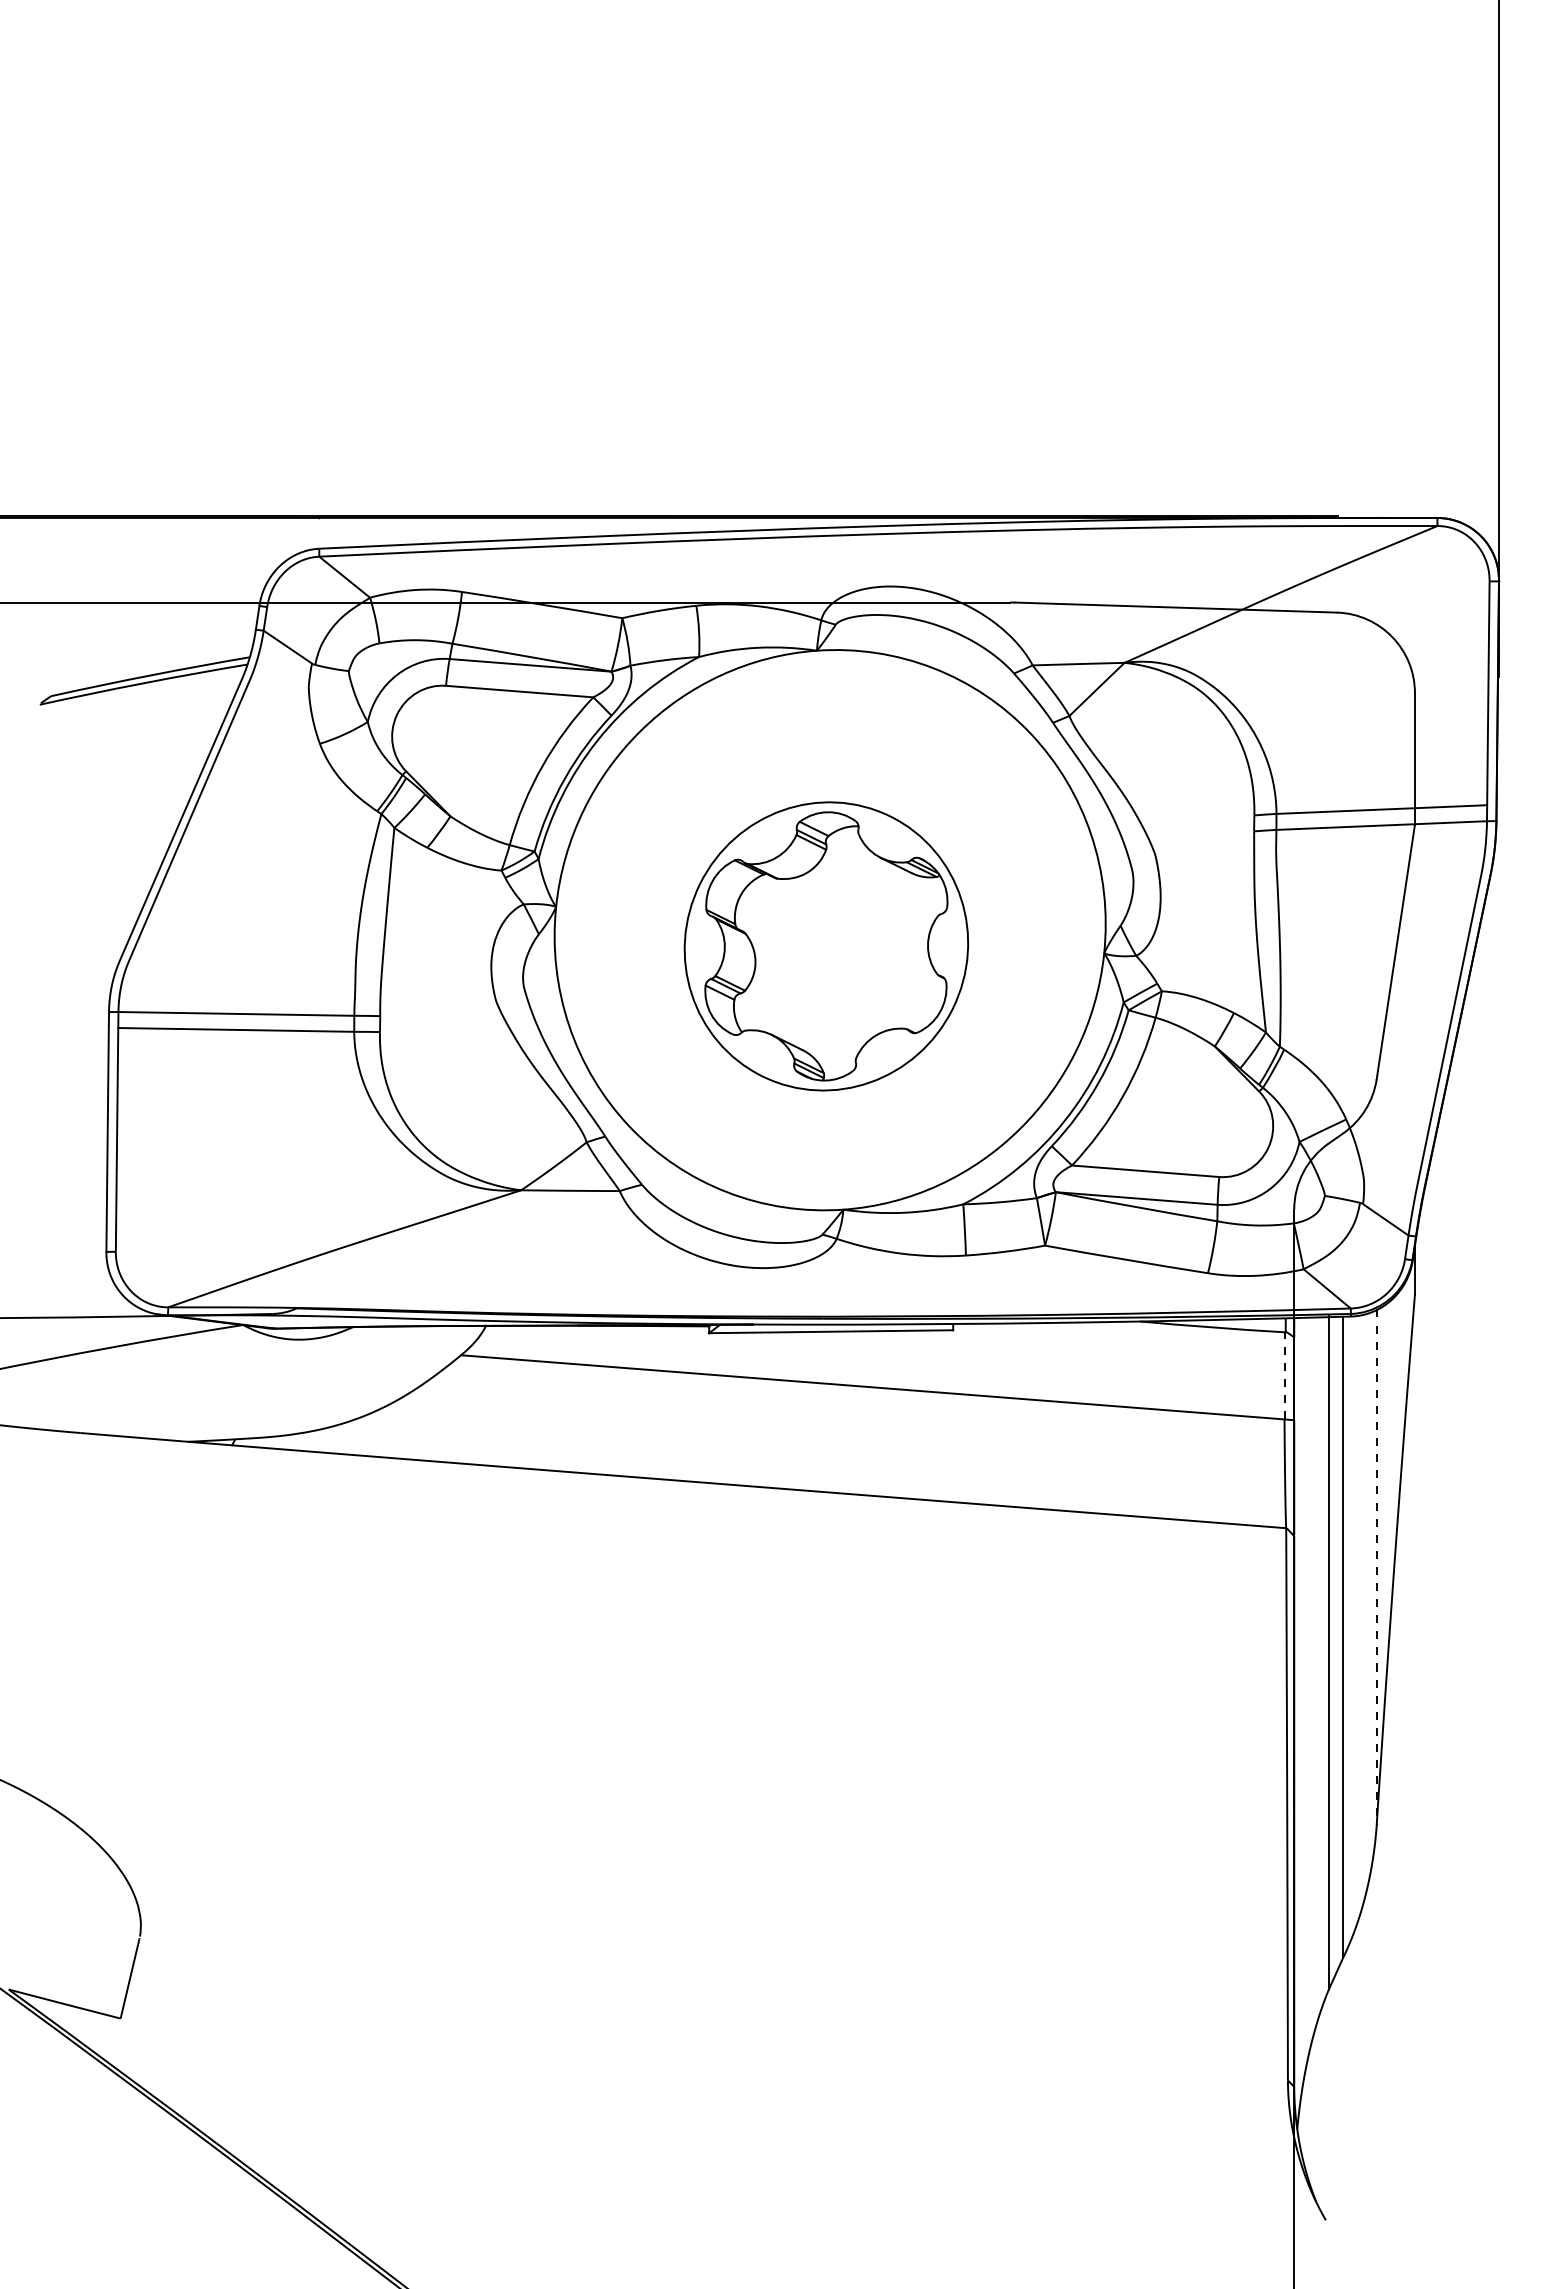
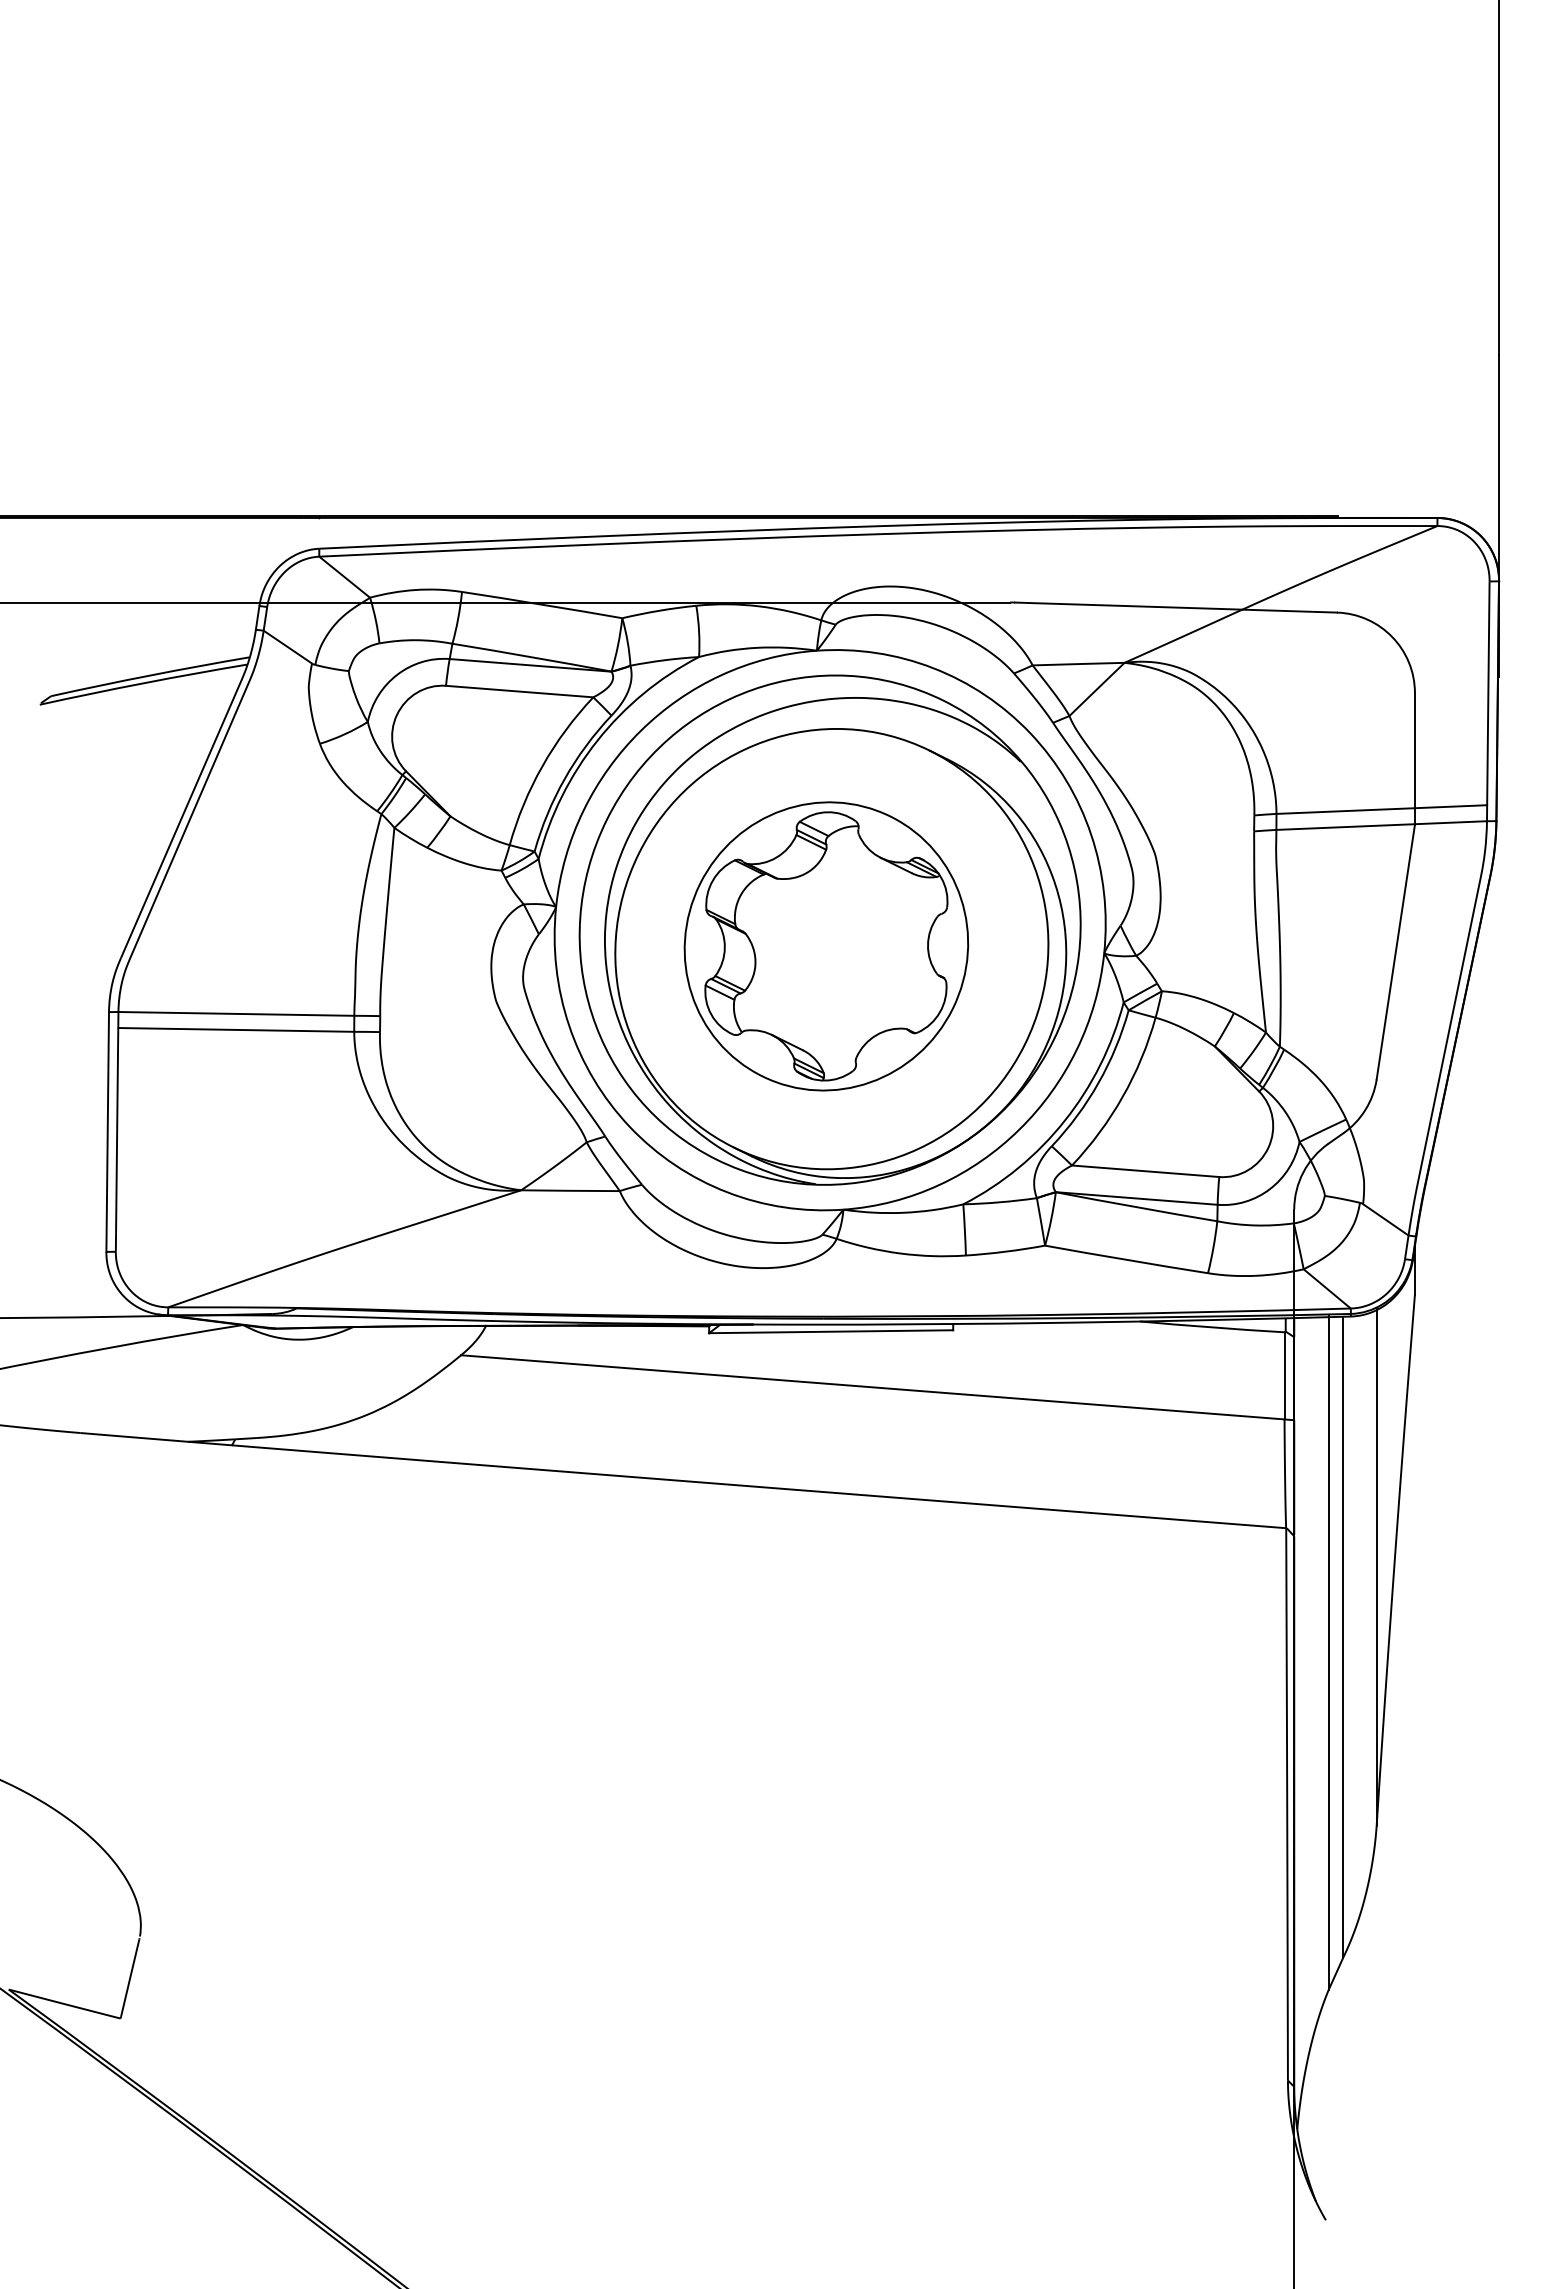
part at (829, 929): none -> present
line at (1284, 1375): dashed -> solid
line at (1376, 1567): dashed -> solid
